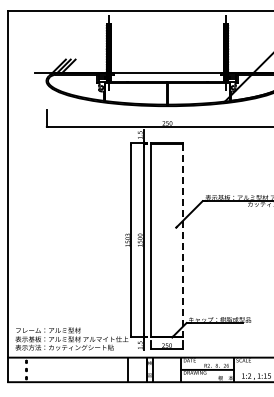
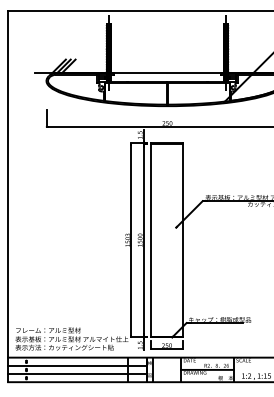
line at (183, 240): dashed -> solid
line at (77, 365): none -> present
line at (77, 374): none -> present
